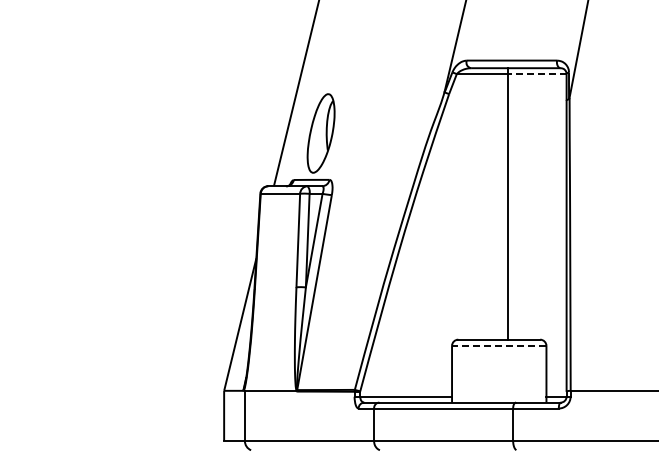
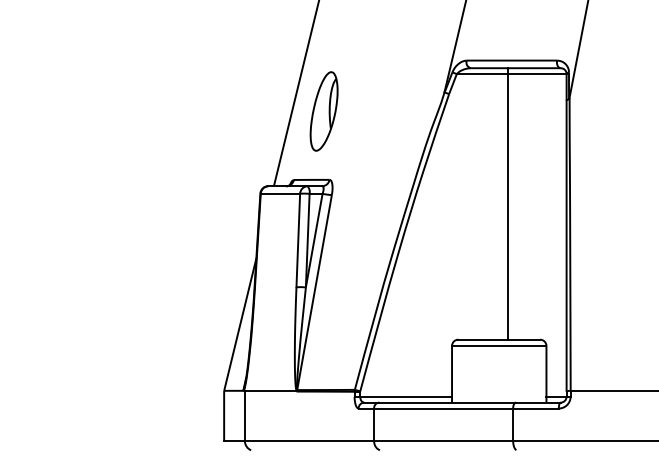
line at (537, 74): dashed -> solid
part at (320, 133) position: (320, 133) -> (323, 111)
line at (498, 345): dashed -> solid
